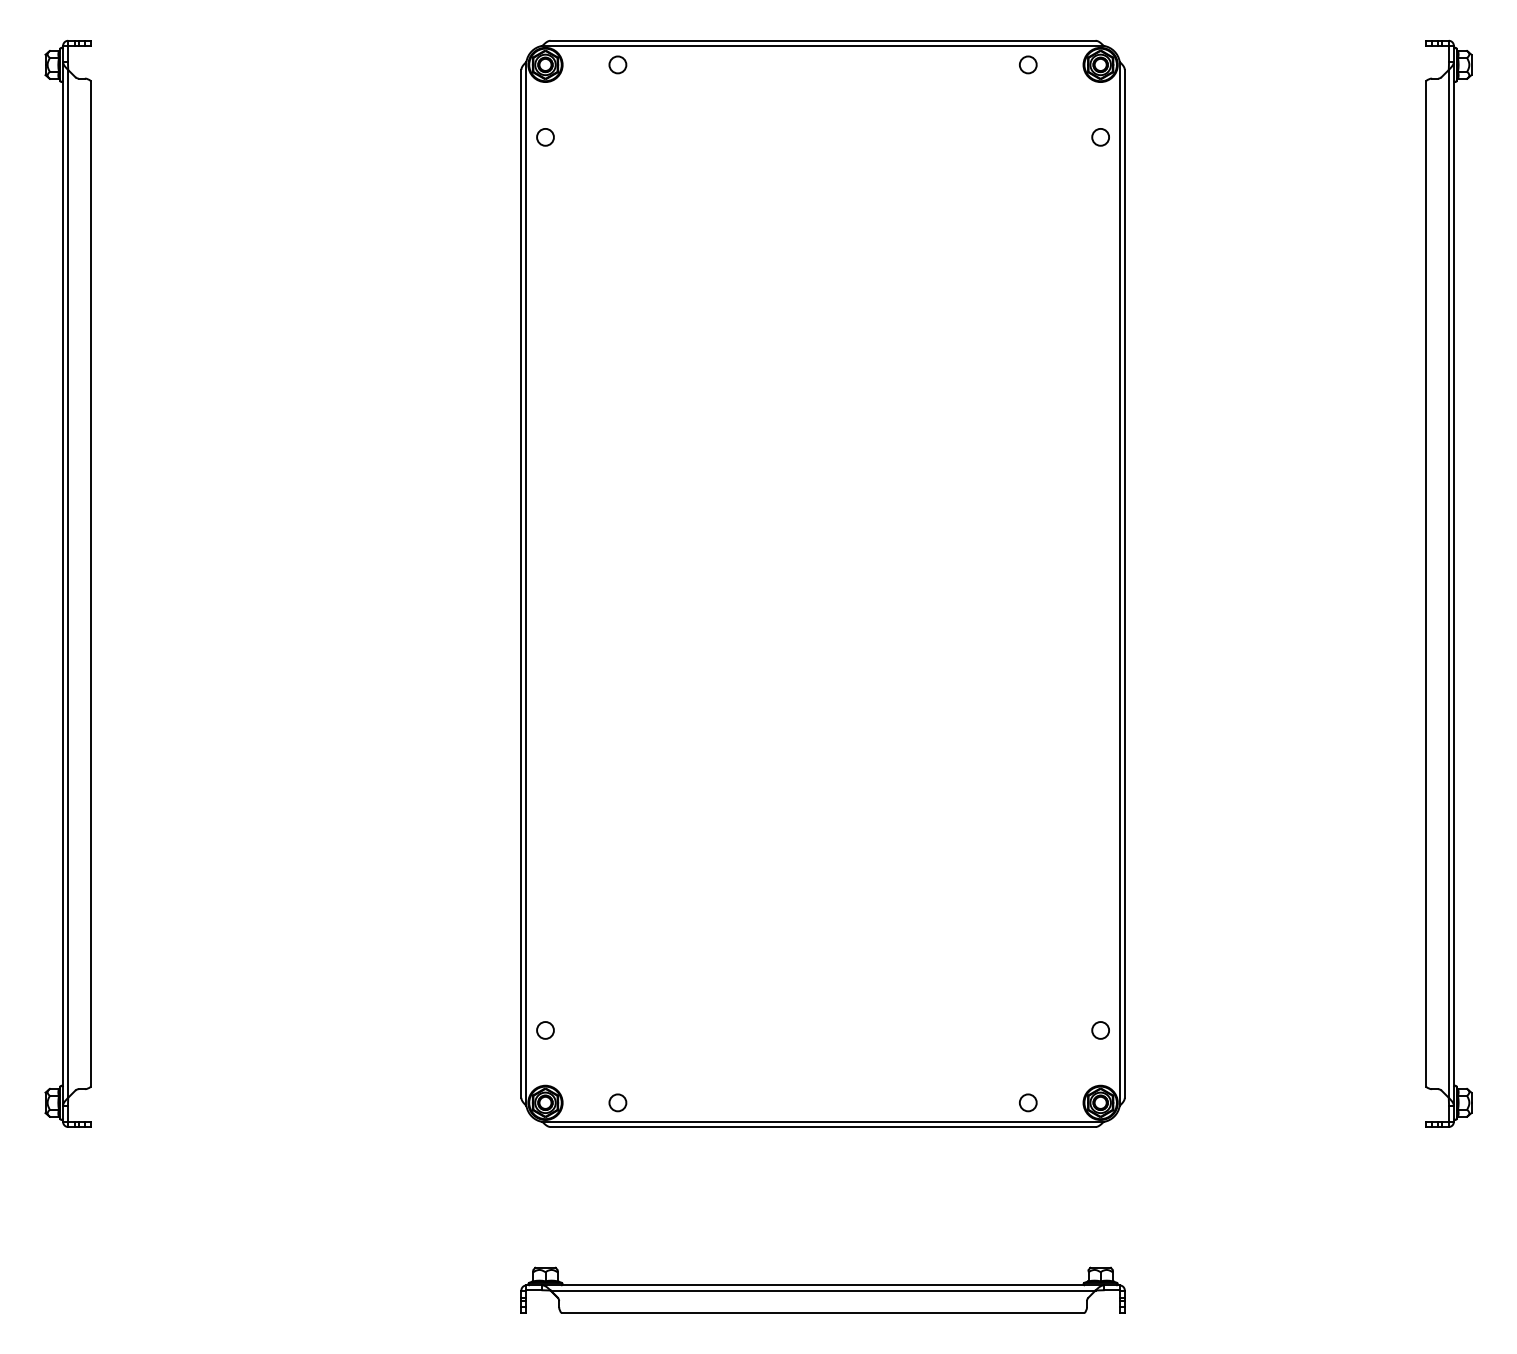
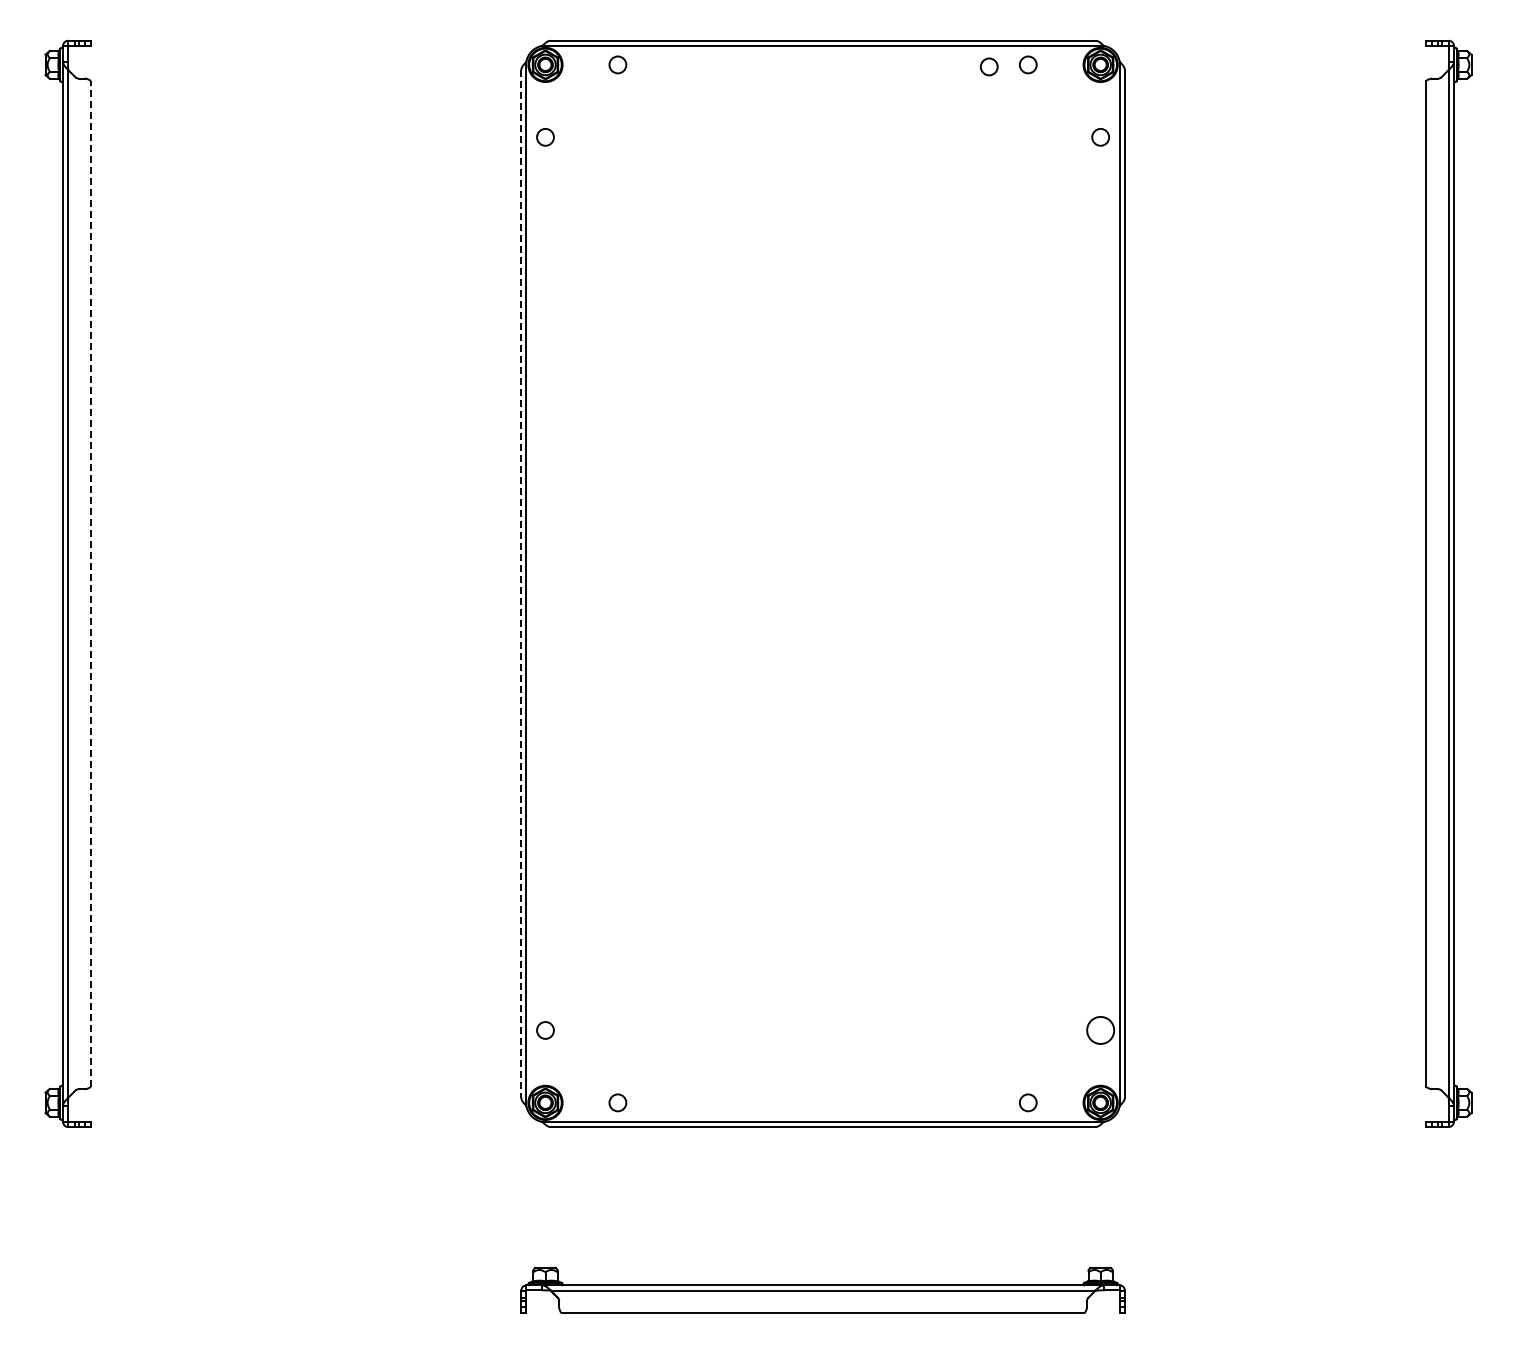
circle at (989, 66): none -> present
line at (90, 583): solid -> dashed
line at (521, 583): solid -> dashed
circle at (1100, 1030) diameter: 17 px -> 27 px
